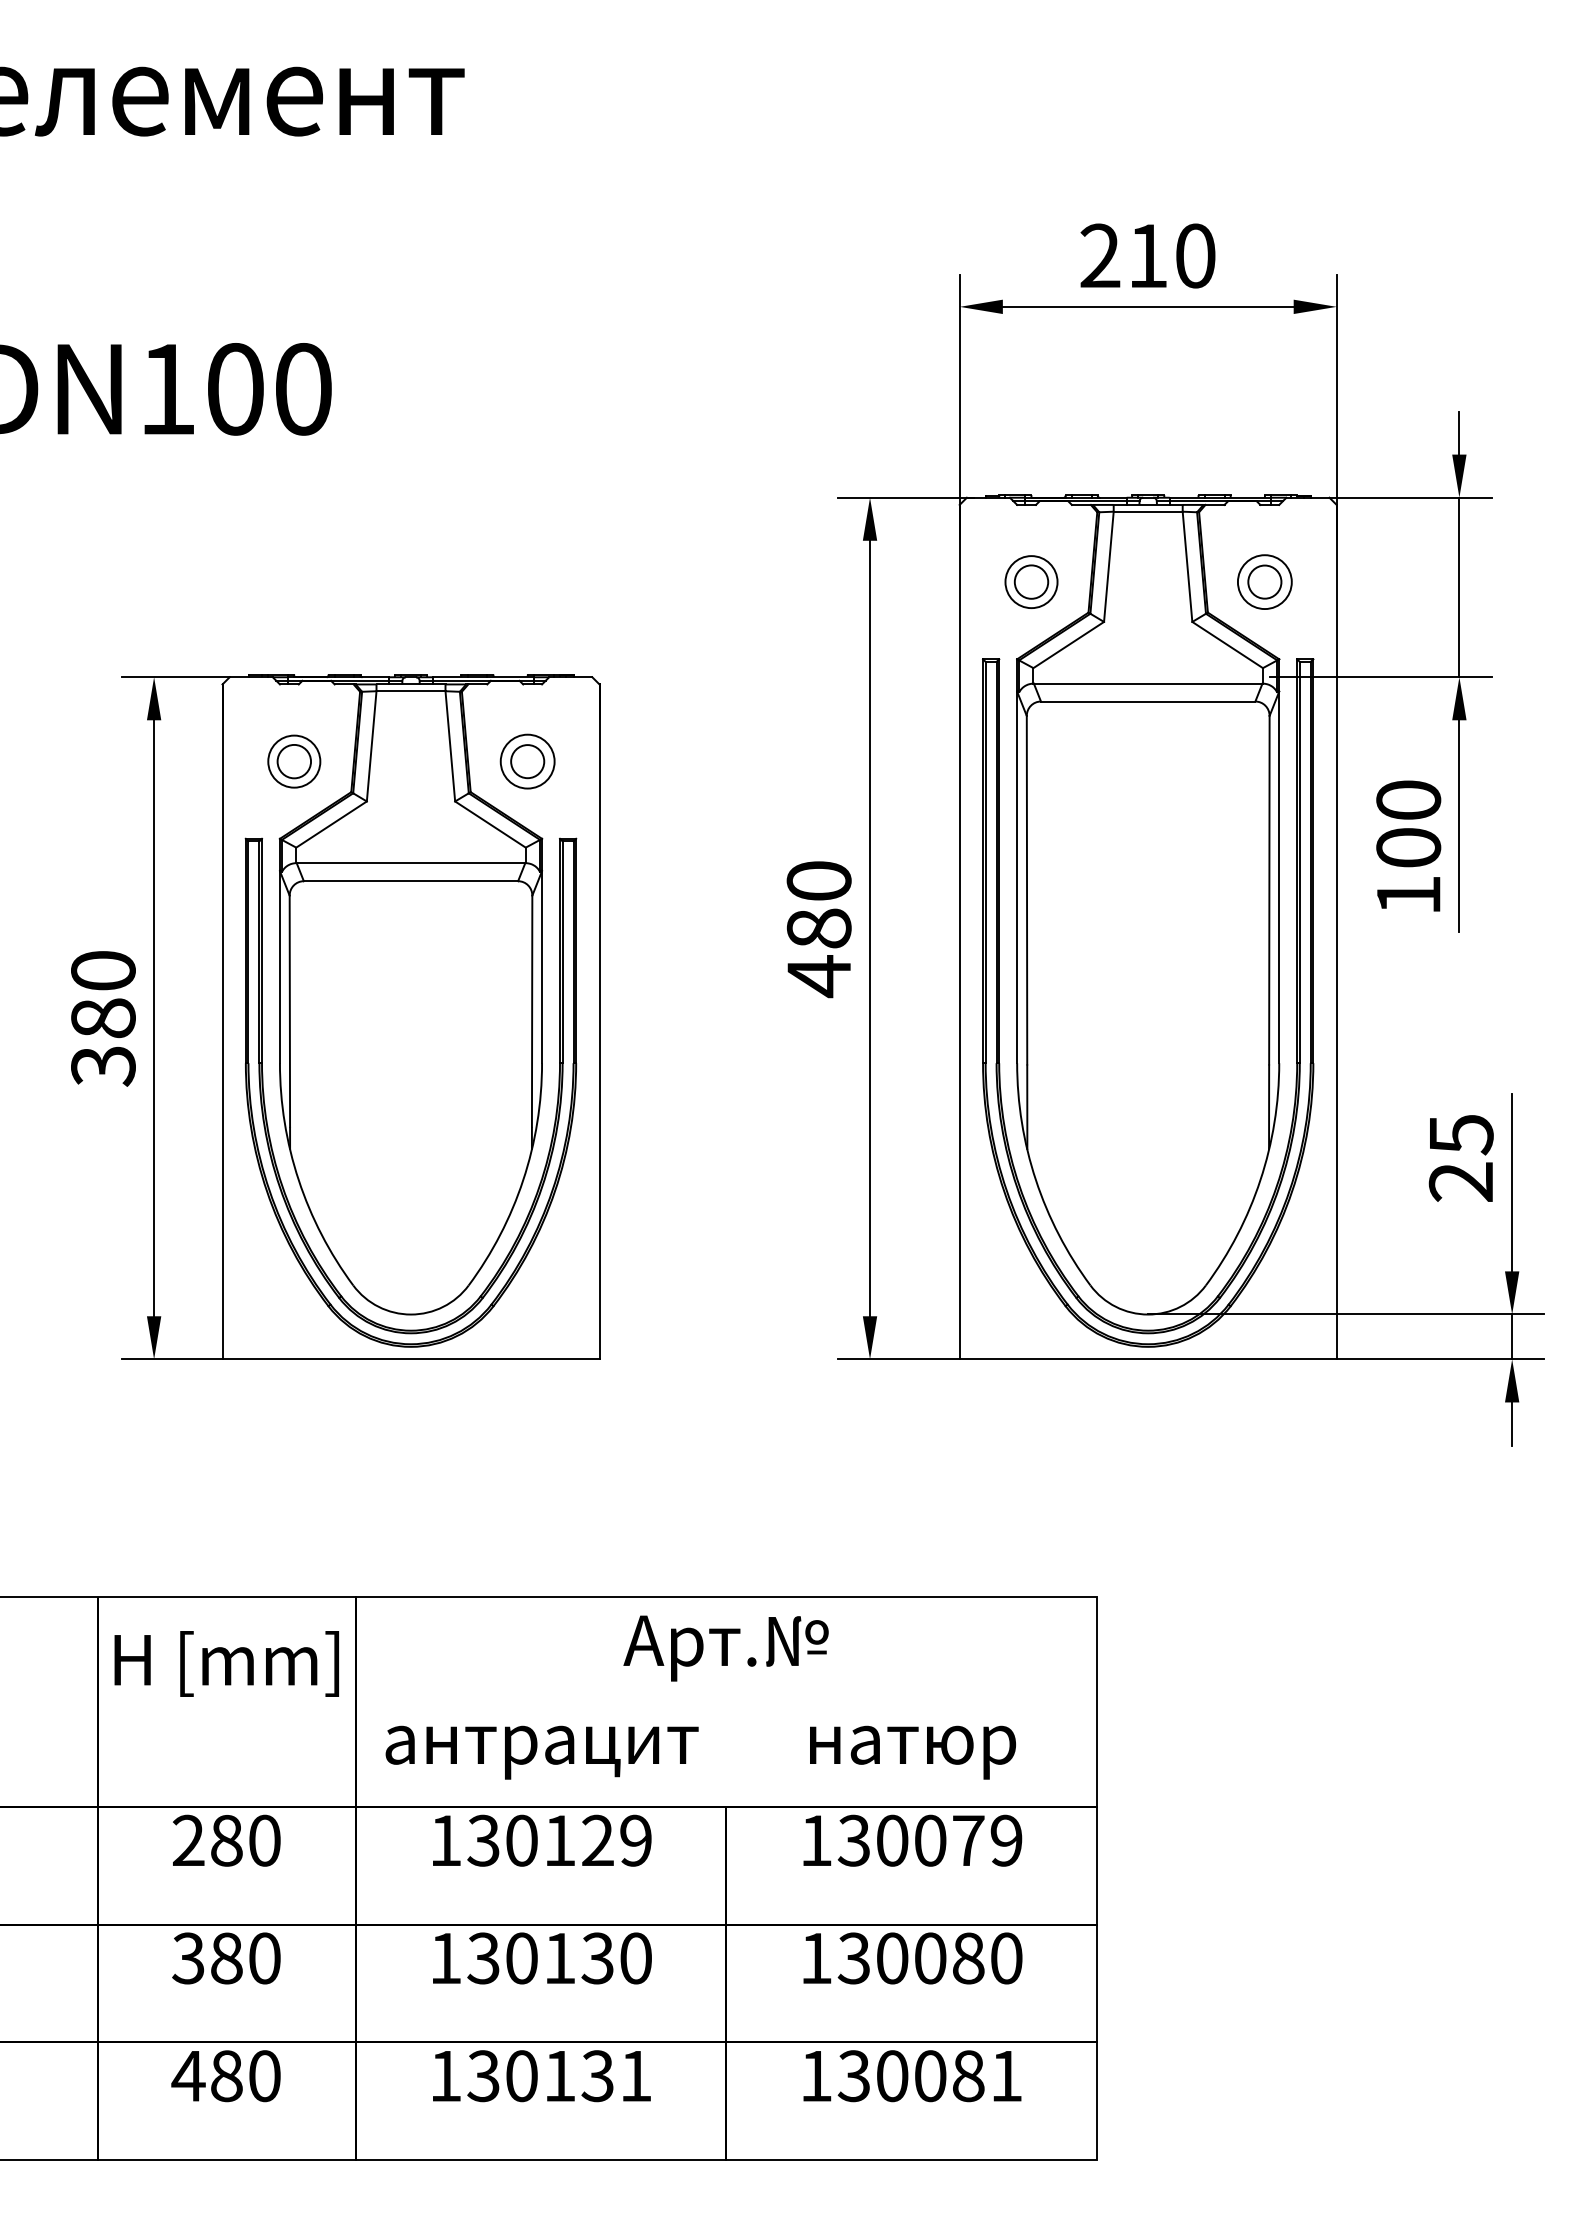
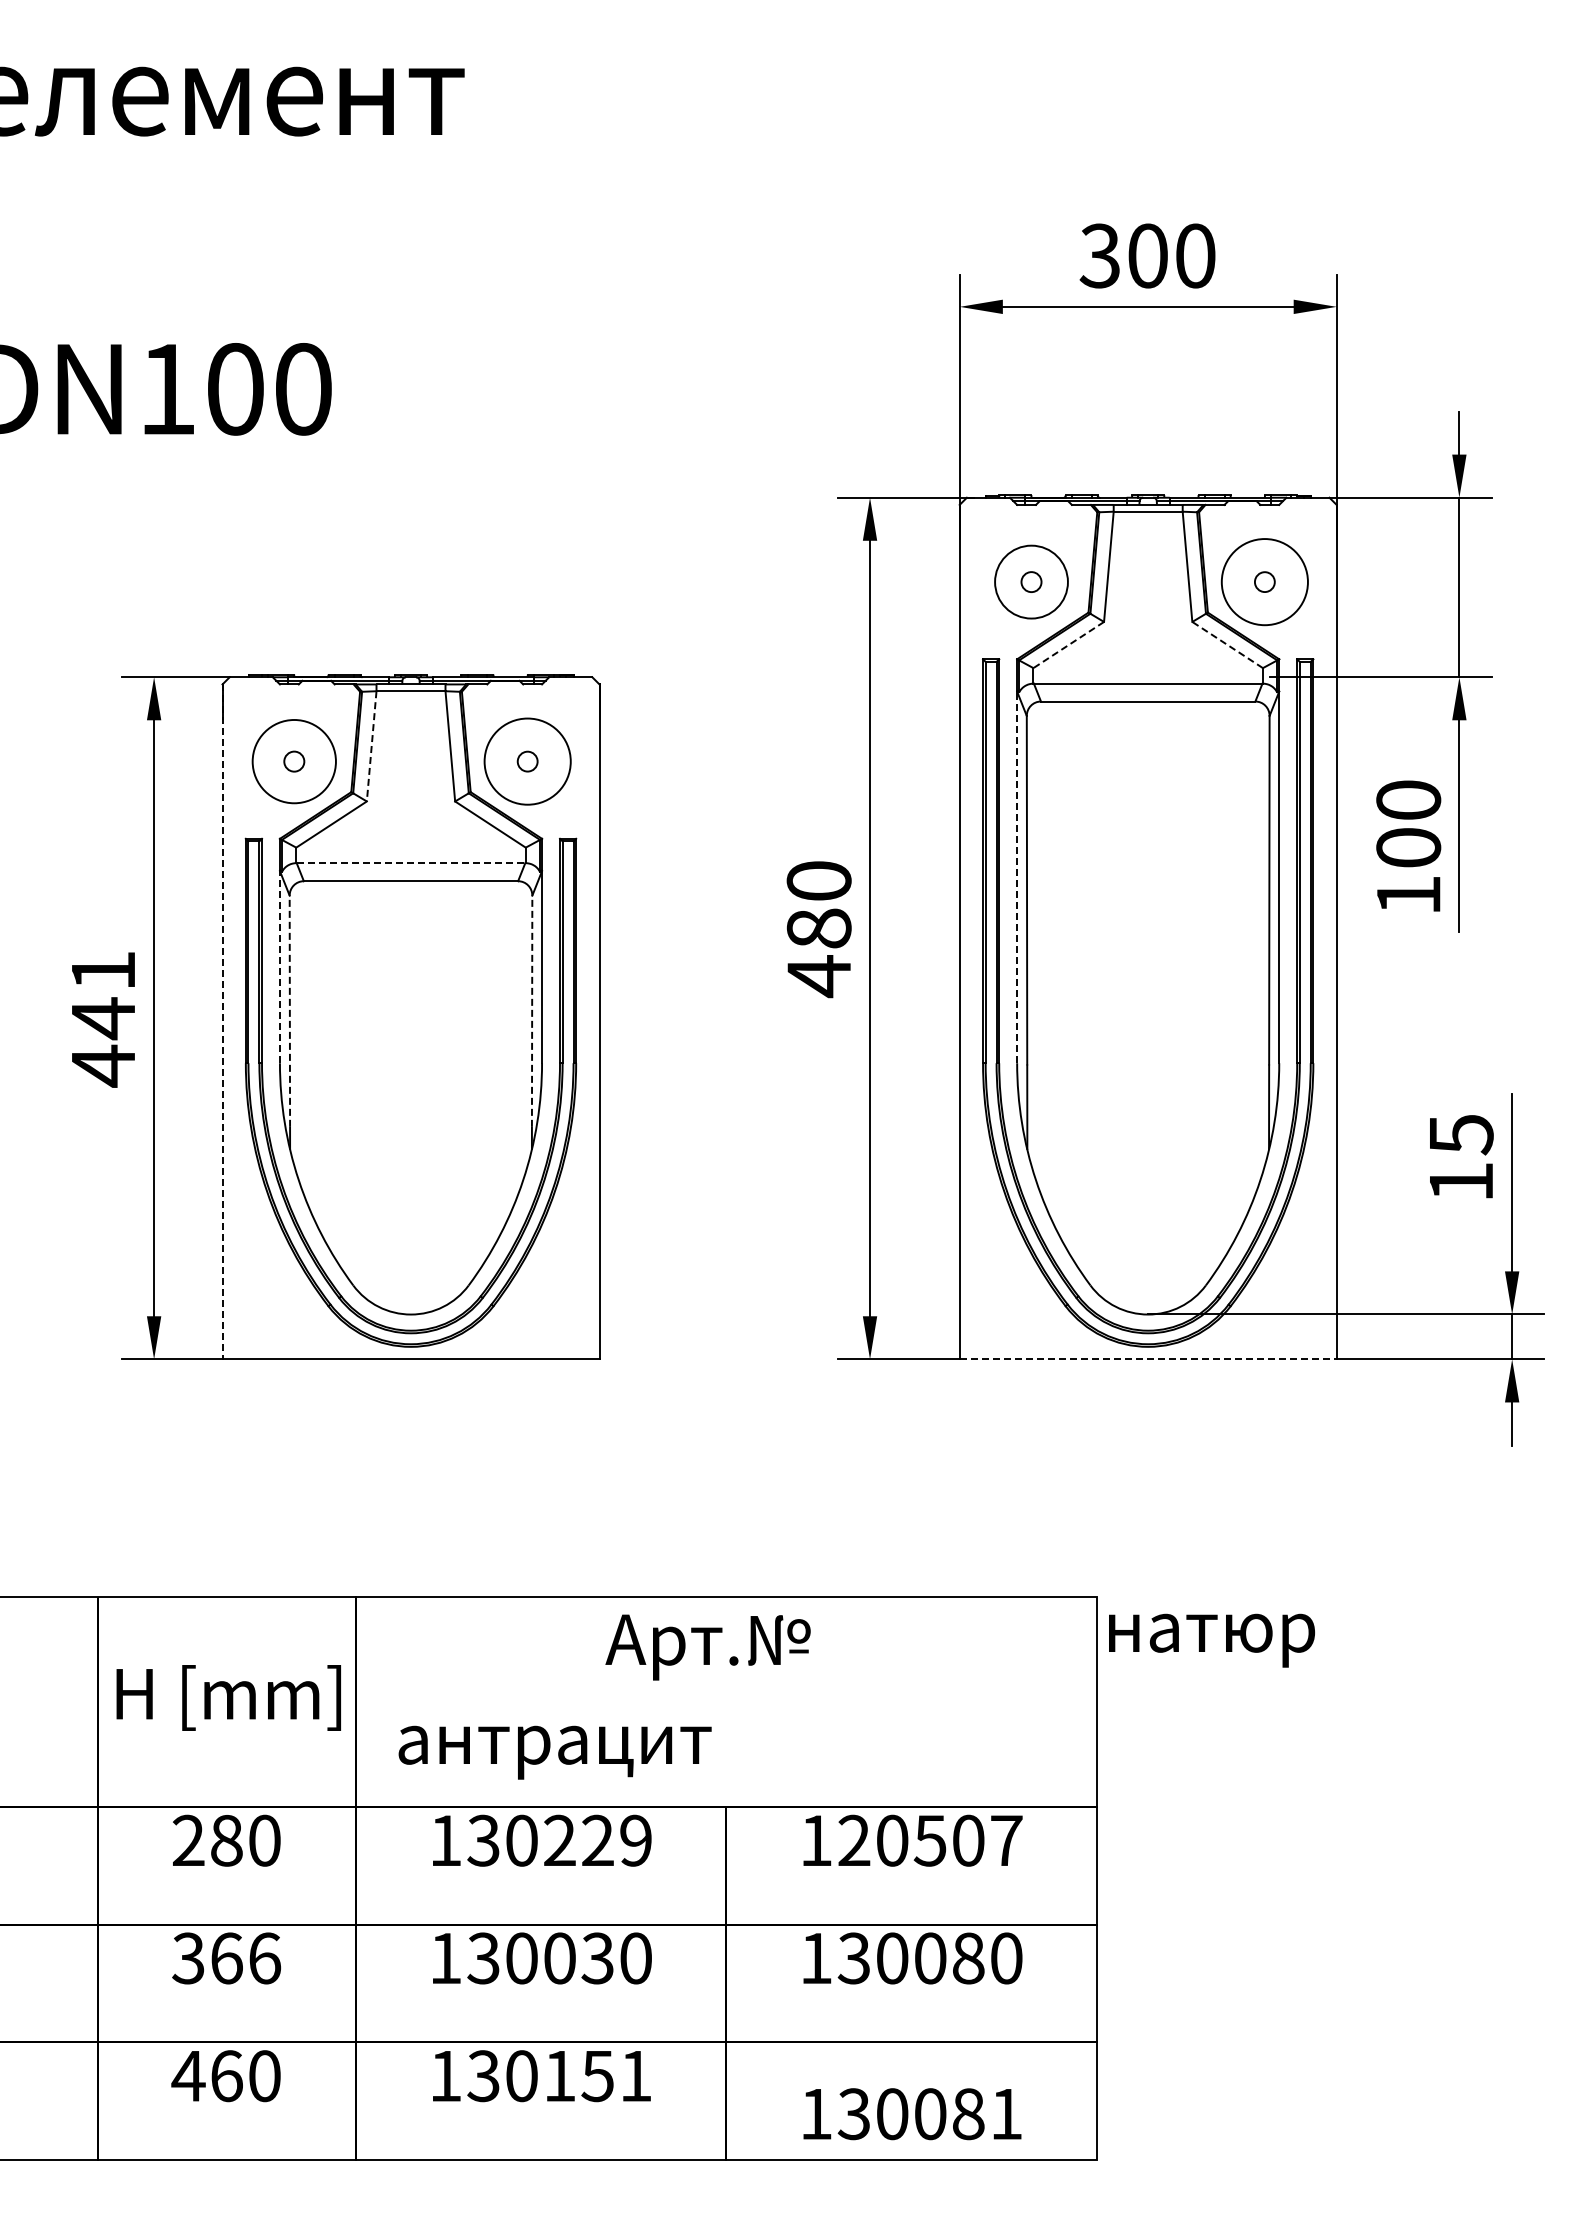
text at (1123, 255): 210 -> 300
circle at (1031, 581) diameter: 33 px -> 20 px
circle at (1264, 581) diameter: 33 px -> 20 px
circle at (1031, 582) diameter: 52 px -> 73 px
circle at (1264, 582) diameter: 54 px -> 86 px
line at (1227, 644): solid -> dashed
line at (1068, 645): solid -> dashed
line at (371, 746): solid -> dashed
circle at (294, 761) diameter: 33 px -> 20 px
circle at (294, 761) diameter: 52 px -> 83 px
circle at (527, 761) diameter: 33 px -> 20 px
circle at (527, 761) diameter: 54 px -> 86 px
line at (411, 863): solid -> dashed
line at (1017, 877): solid -> dashed
line at (279, 966): solid -> dashed
line at (289, 1011): solid -> dashed
line at (532, 1011): solid -> dashed
text at (103, 1019): 380 -> 441
line at (222, 1022): solid -> dashed
text at (1460, 1181): 25 -> 15
line at (1148, 1359): solid -> dashed
text at (725, 1648) position: (725, 1648) -> (707, 1647)
text at (226, 1663) position: (226, 1663) -> (228, 1697)
text at (541, 1752) position: (541, 1752) -> (554, 1752)
text at (912, 1752) position: (912, 1752) -> (1211, 1640)
text at (559, 1839): 130129 -> 130229
text at (929, 1840): 130079 -> 120507
text at (246, 1958): 380 -> 366
text at (559, 1958): 130130 -> 130030
text at (597, 2075): 130131 -> 130151
text at (226, 2076): 480 -> 460
text at (912, 2076) position: (912, 2076) -> (912, 2114)
